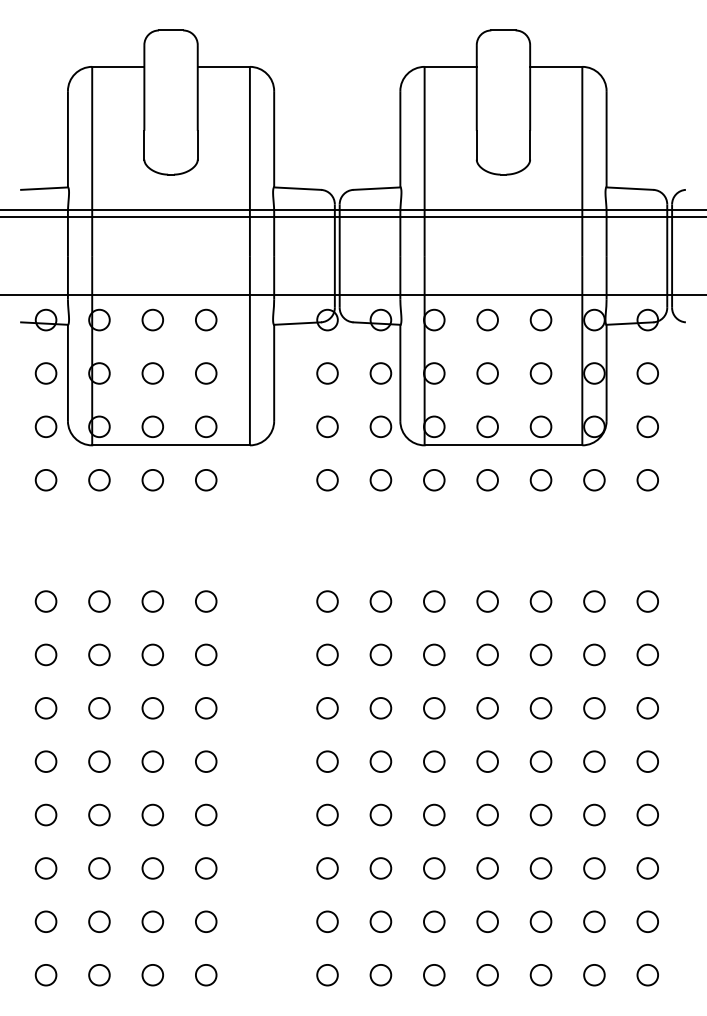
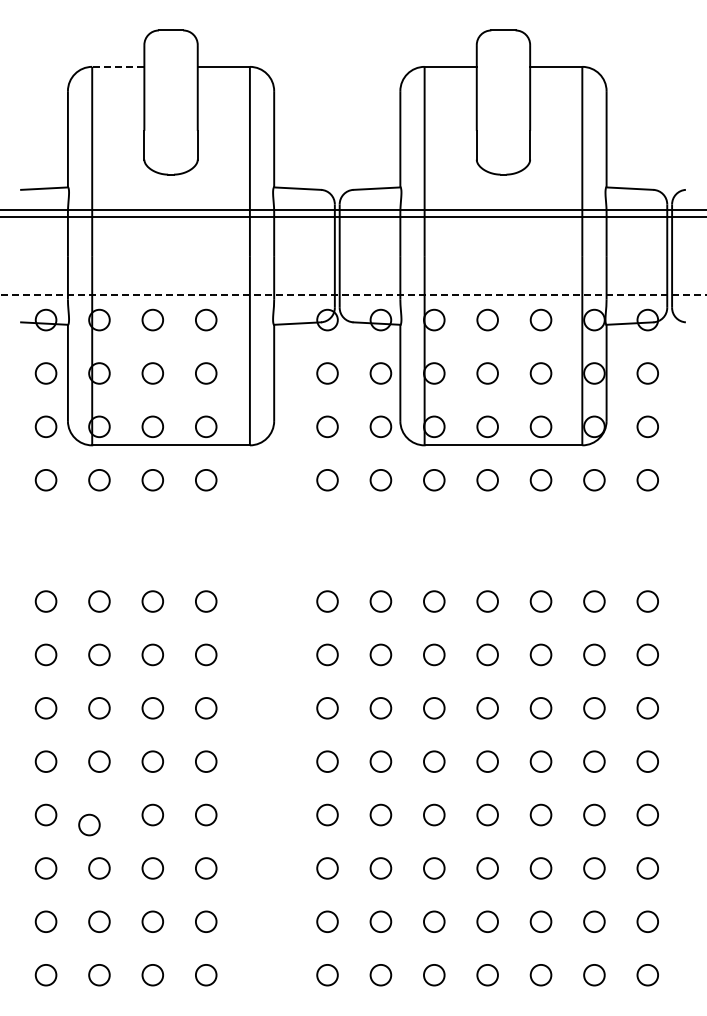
line at (117, 66): solid -> dashed
line at (353, 294): solid -> dashed
circle at (99, 814) position: (99, 814) -> (89, 824)
